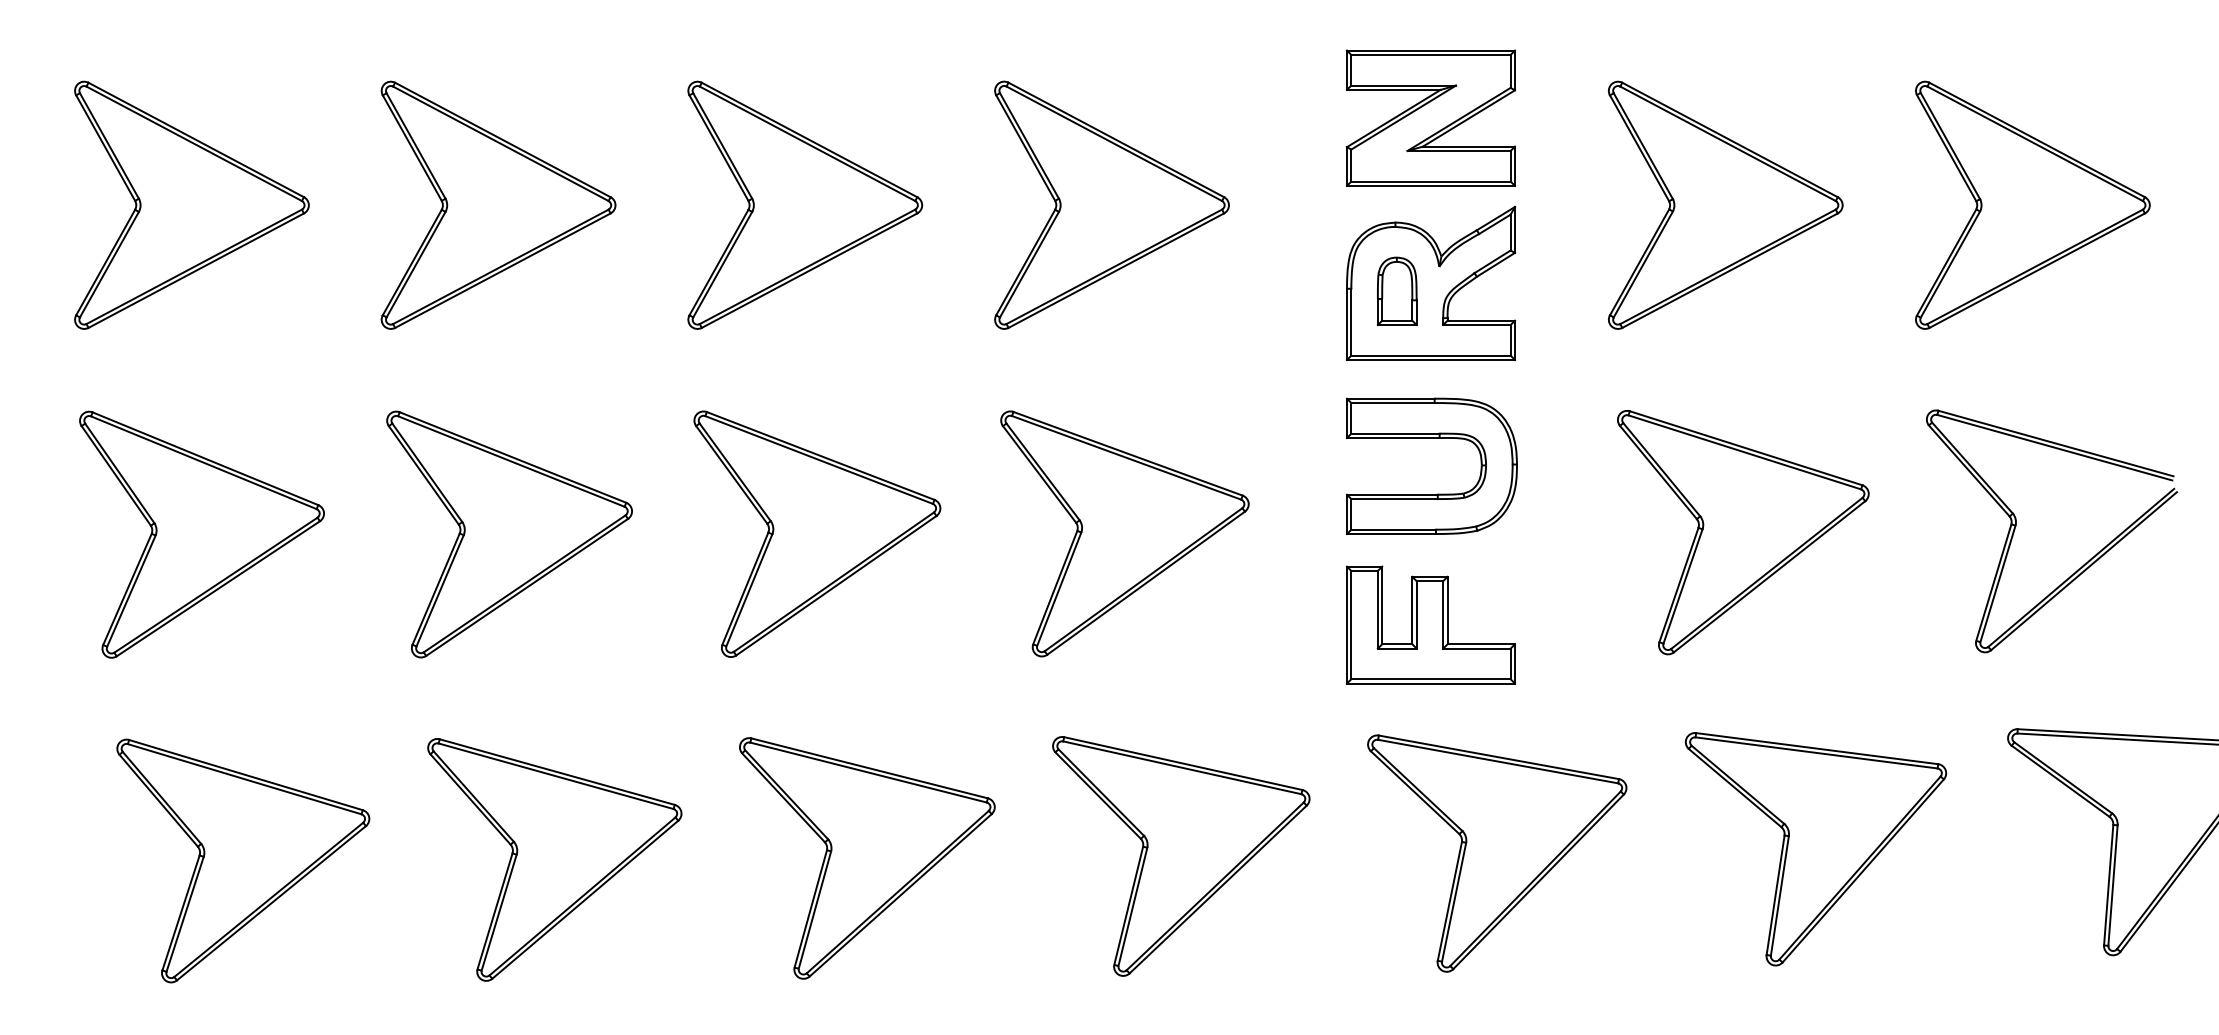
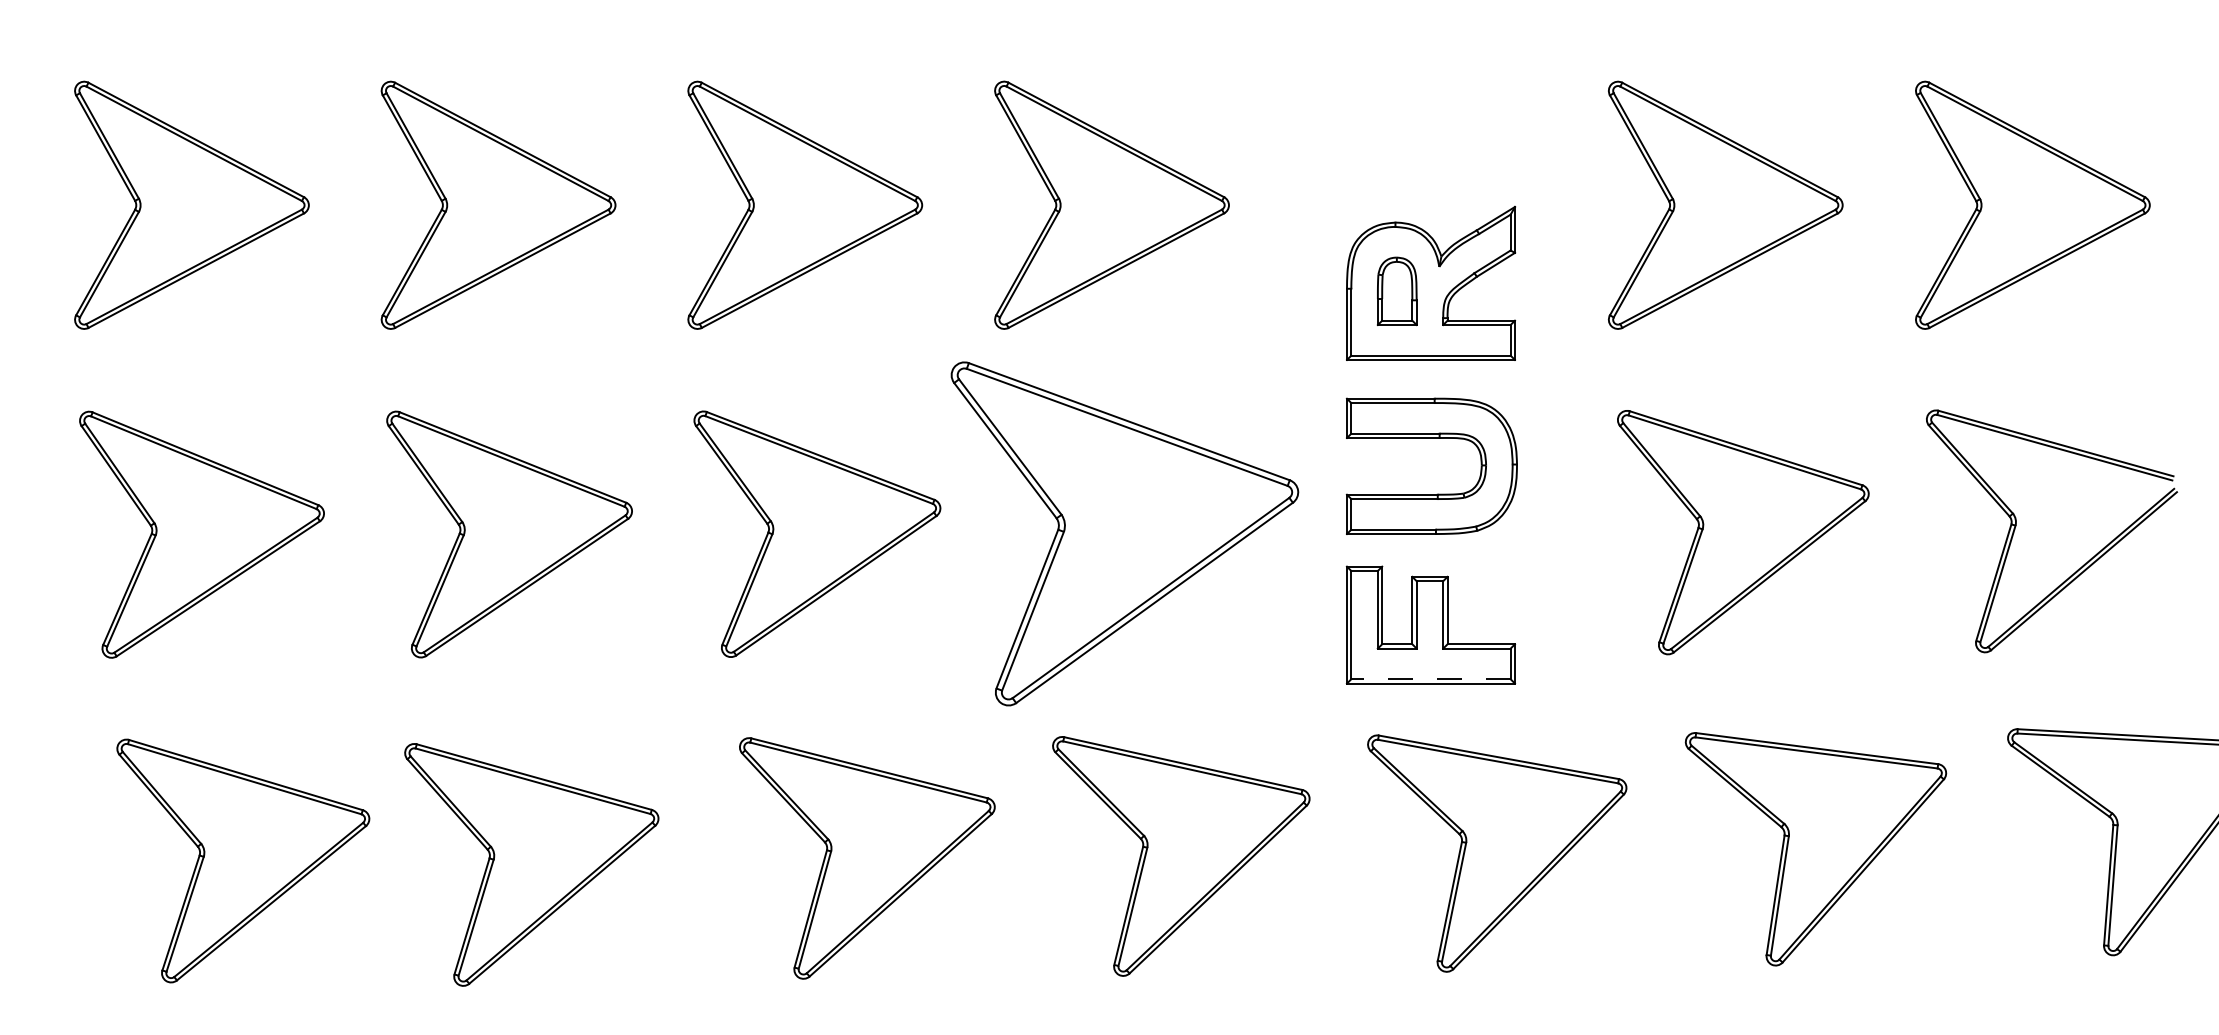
part at (1430, 117): present -> none
part at (1124, 533) size: 250x248 px -> 350x346 px
line at (1430, 679): solid -> dashed
part at (554, 859) position: (554, 859) -> (531, 864)
